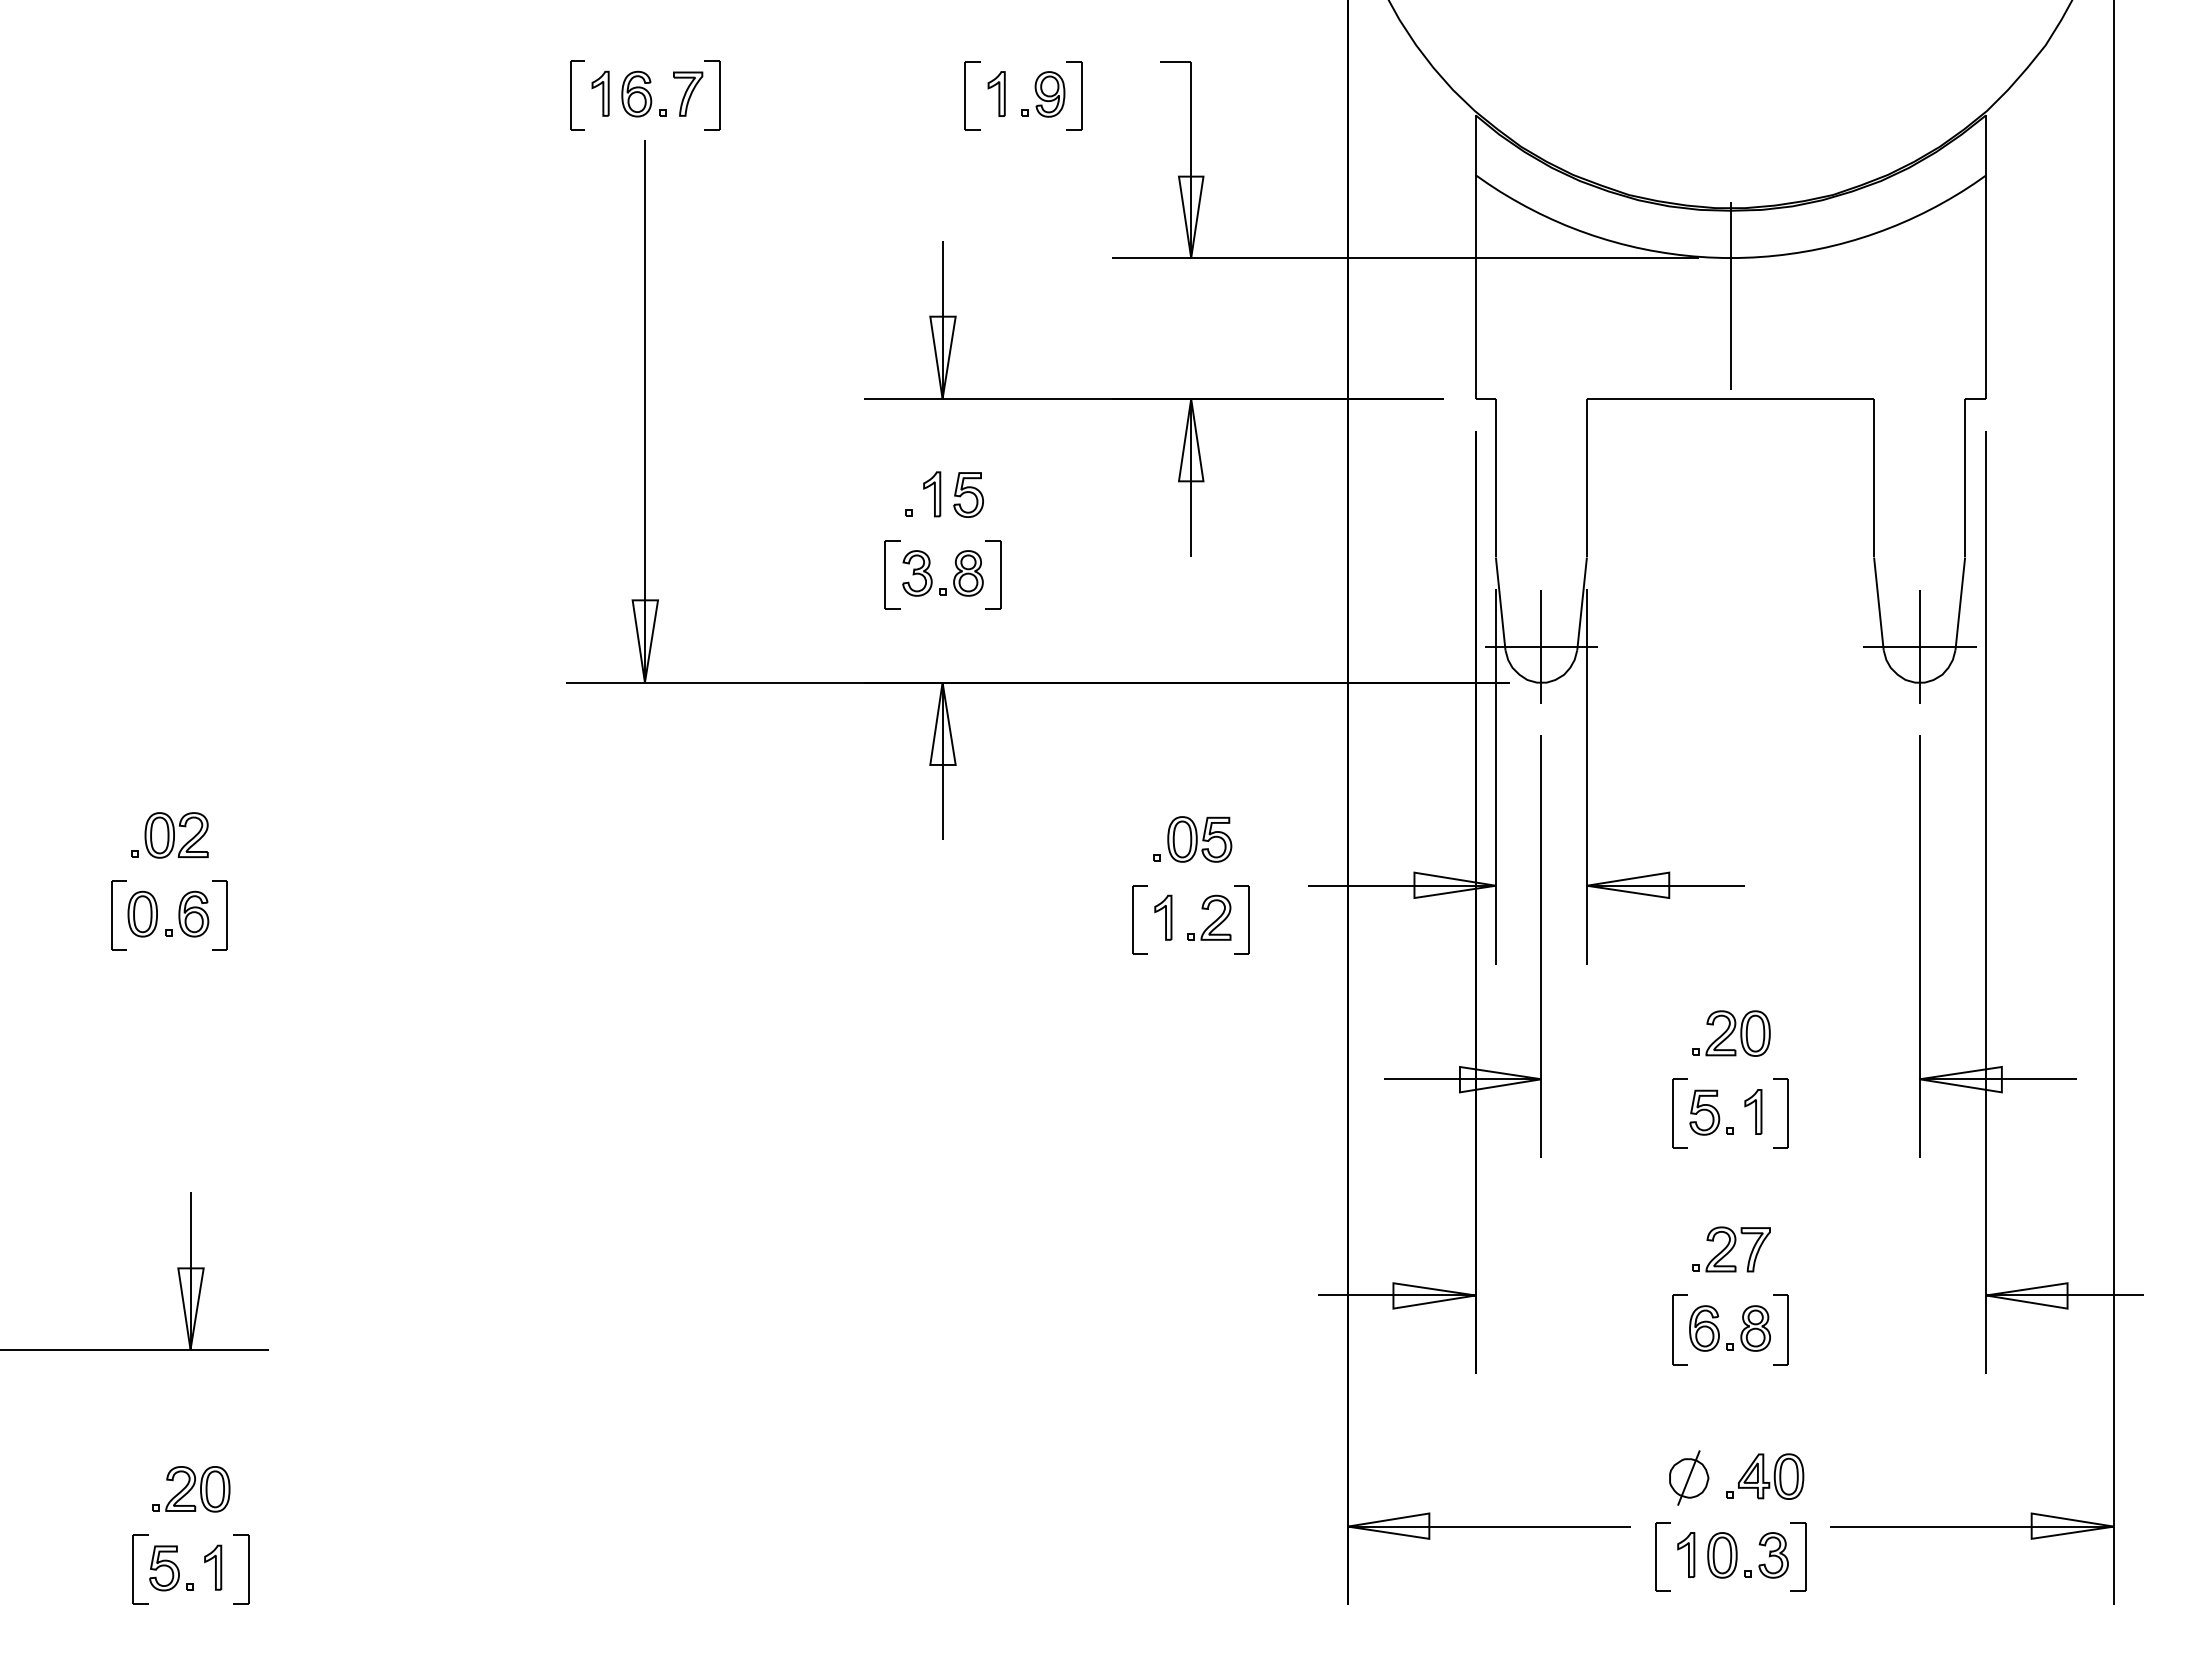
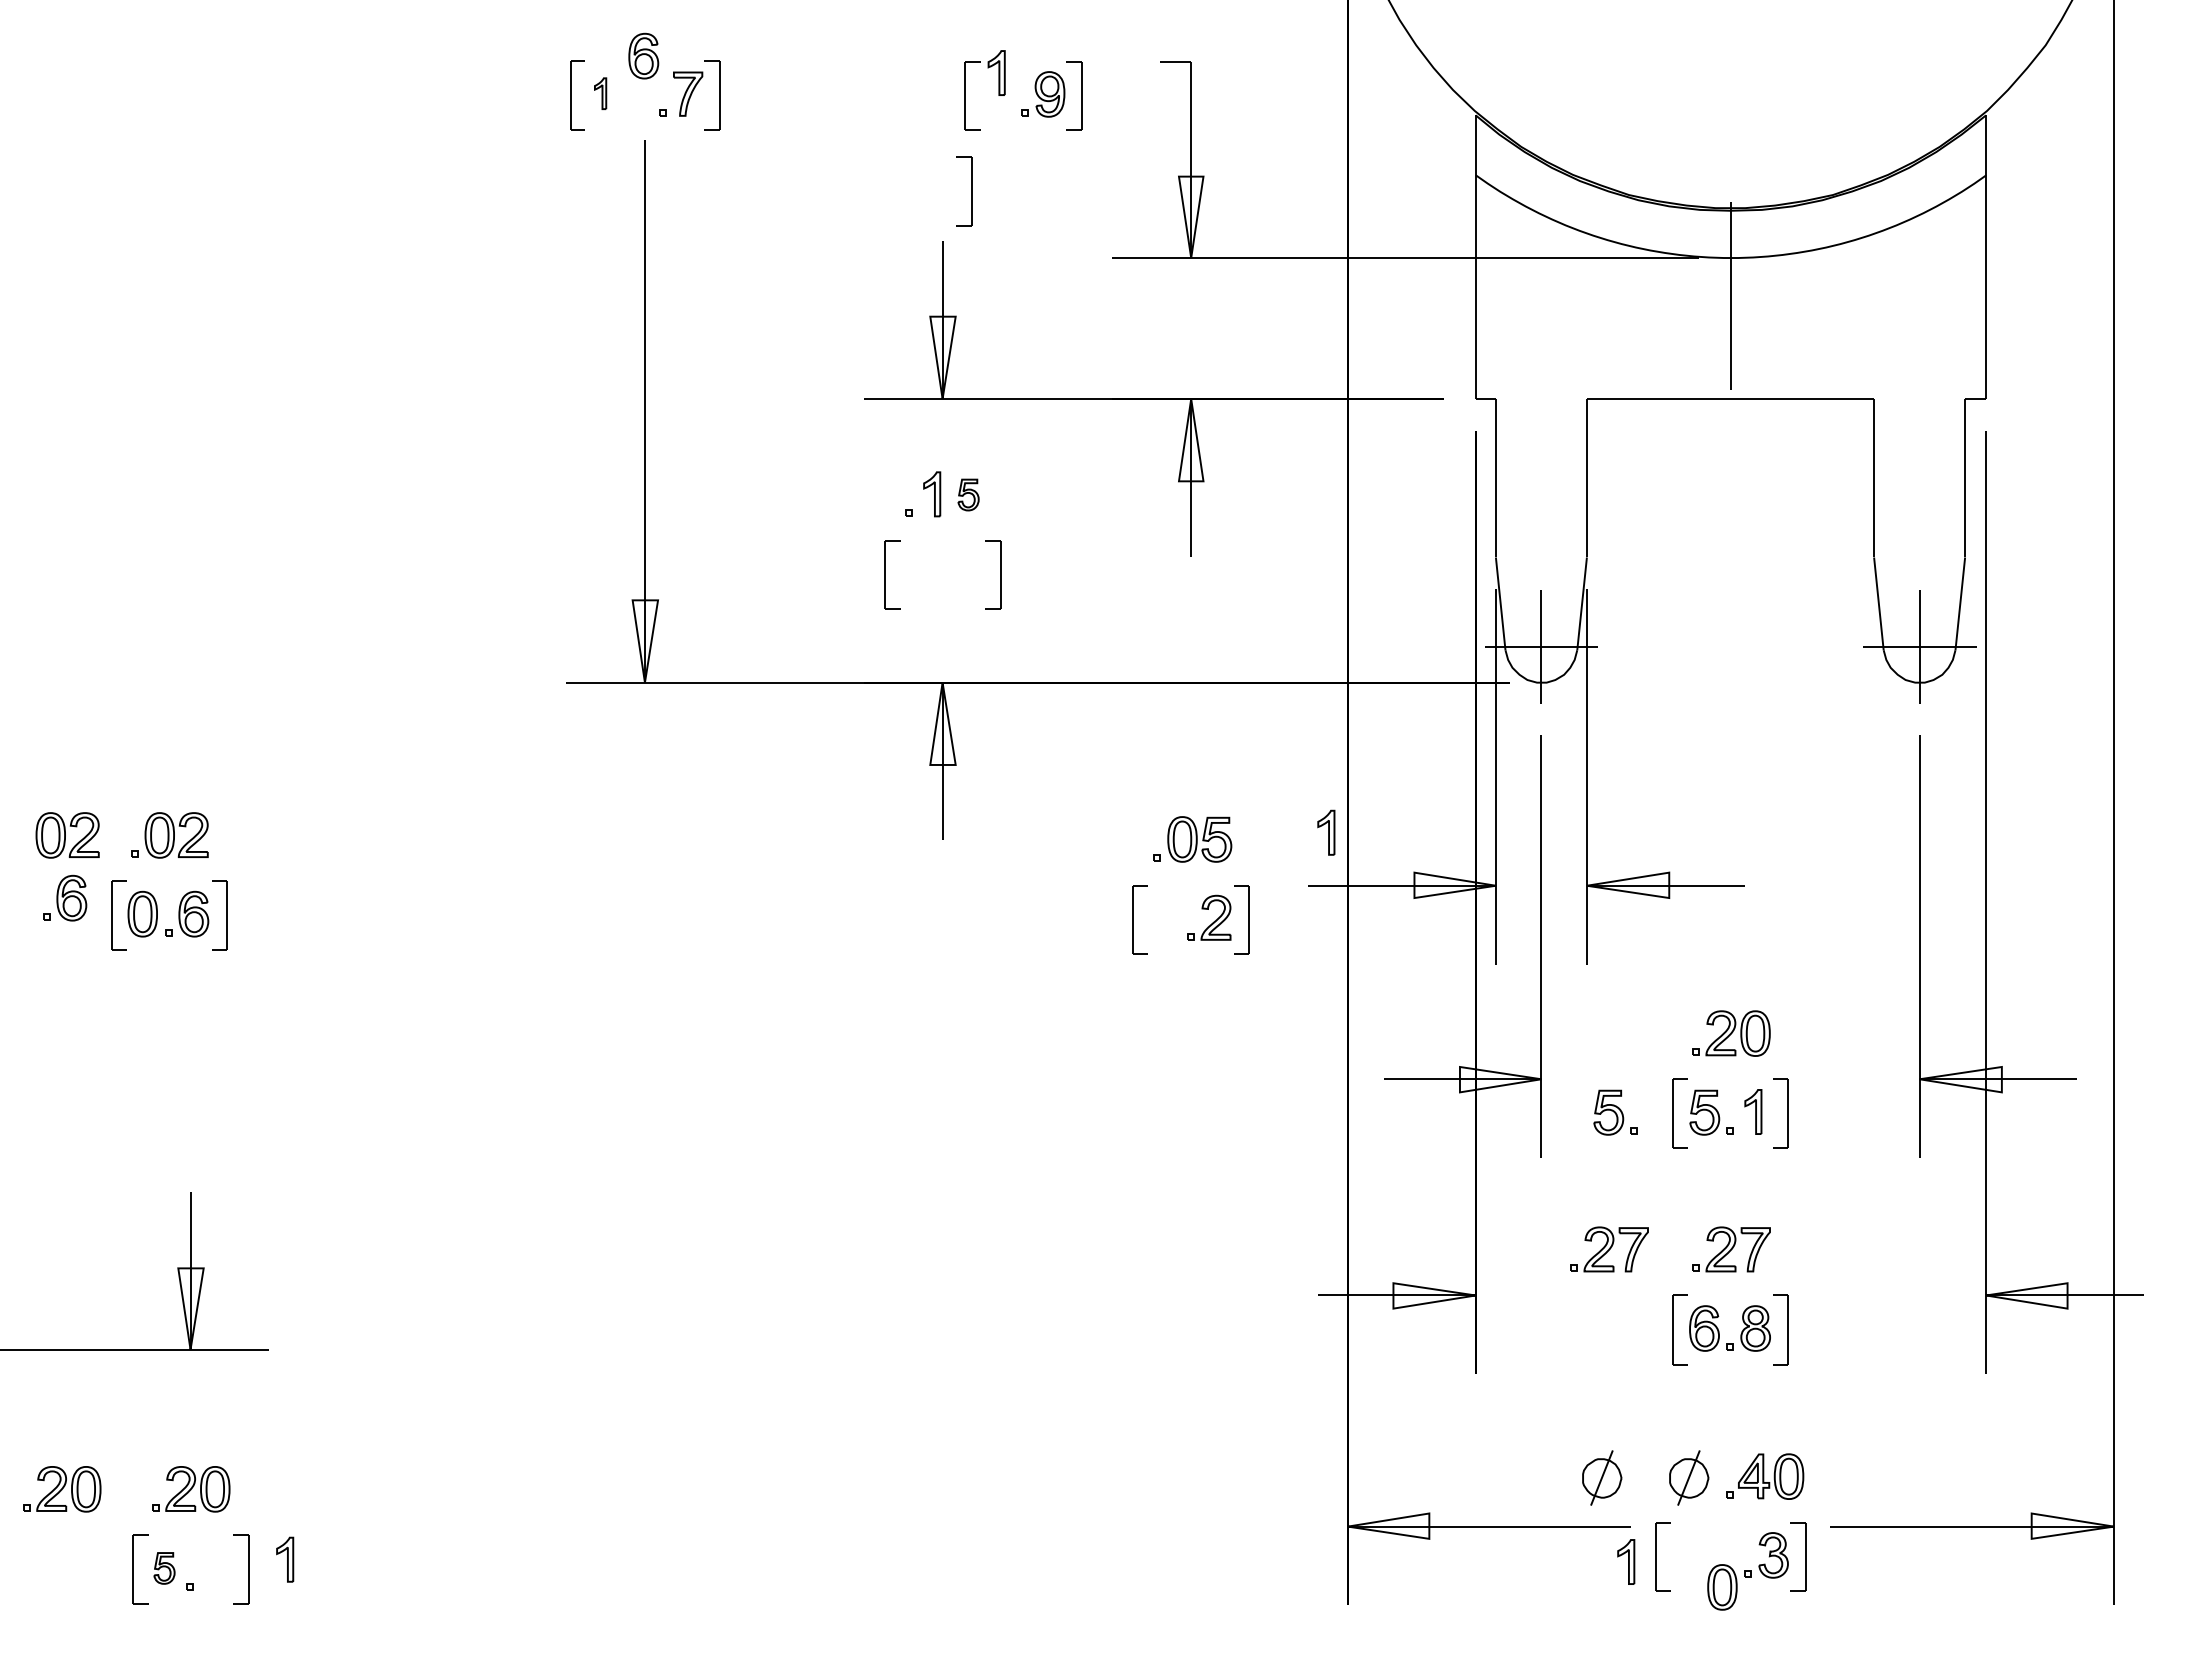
part at (600, 93) size: 19x47 px -> 14x33 px
part at (636, 93) position: (636, 93) -> (643, 55)
part at (996, 93) position: (996, 93) -> (996, 72)
part at (971, 191): none -> present
part at (968, 494) size: 31x46 px -> 23x34 px
part at (931, 575): present -> none
part at (67, 835): none -> present
part at (65, 897): none -> present
part at (1163, 917) position: (1163, 917) -> (1326, 832)
part at (1615, 1112): none -> present
part at (1609, 1249): none -> present
part at (1602, 1477): none -> present
part at (62, 1489): none -> present
part at (1686, 1554) position: (1686, 1554) -> (1626, 1561)
part at (1722, 1555) position: (1722, 1555) -> (1722, 1587)
part at (213, 1567) position: (213, 1567) -> (285, 1559)
part at (164, 1568) size: 31x47 px -> 23x33 px
